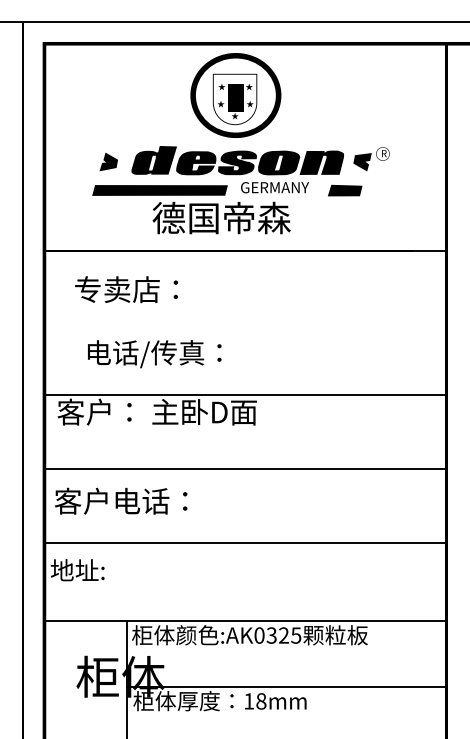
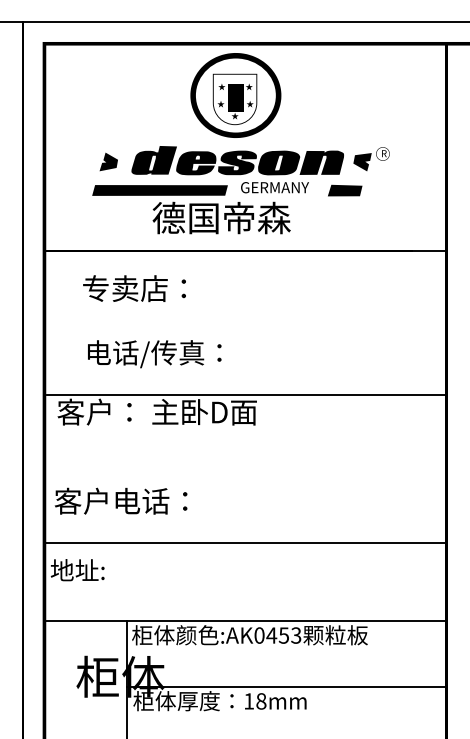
text at (126, 289) position: (126, 289) -> (134, 288)
line at (245, 469): present -> none
text at (283, 635): :AK0325 -> :AK0453
